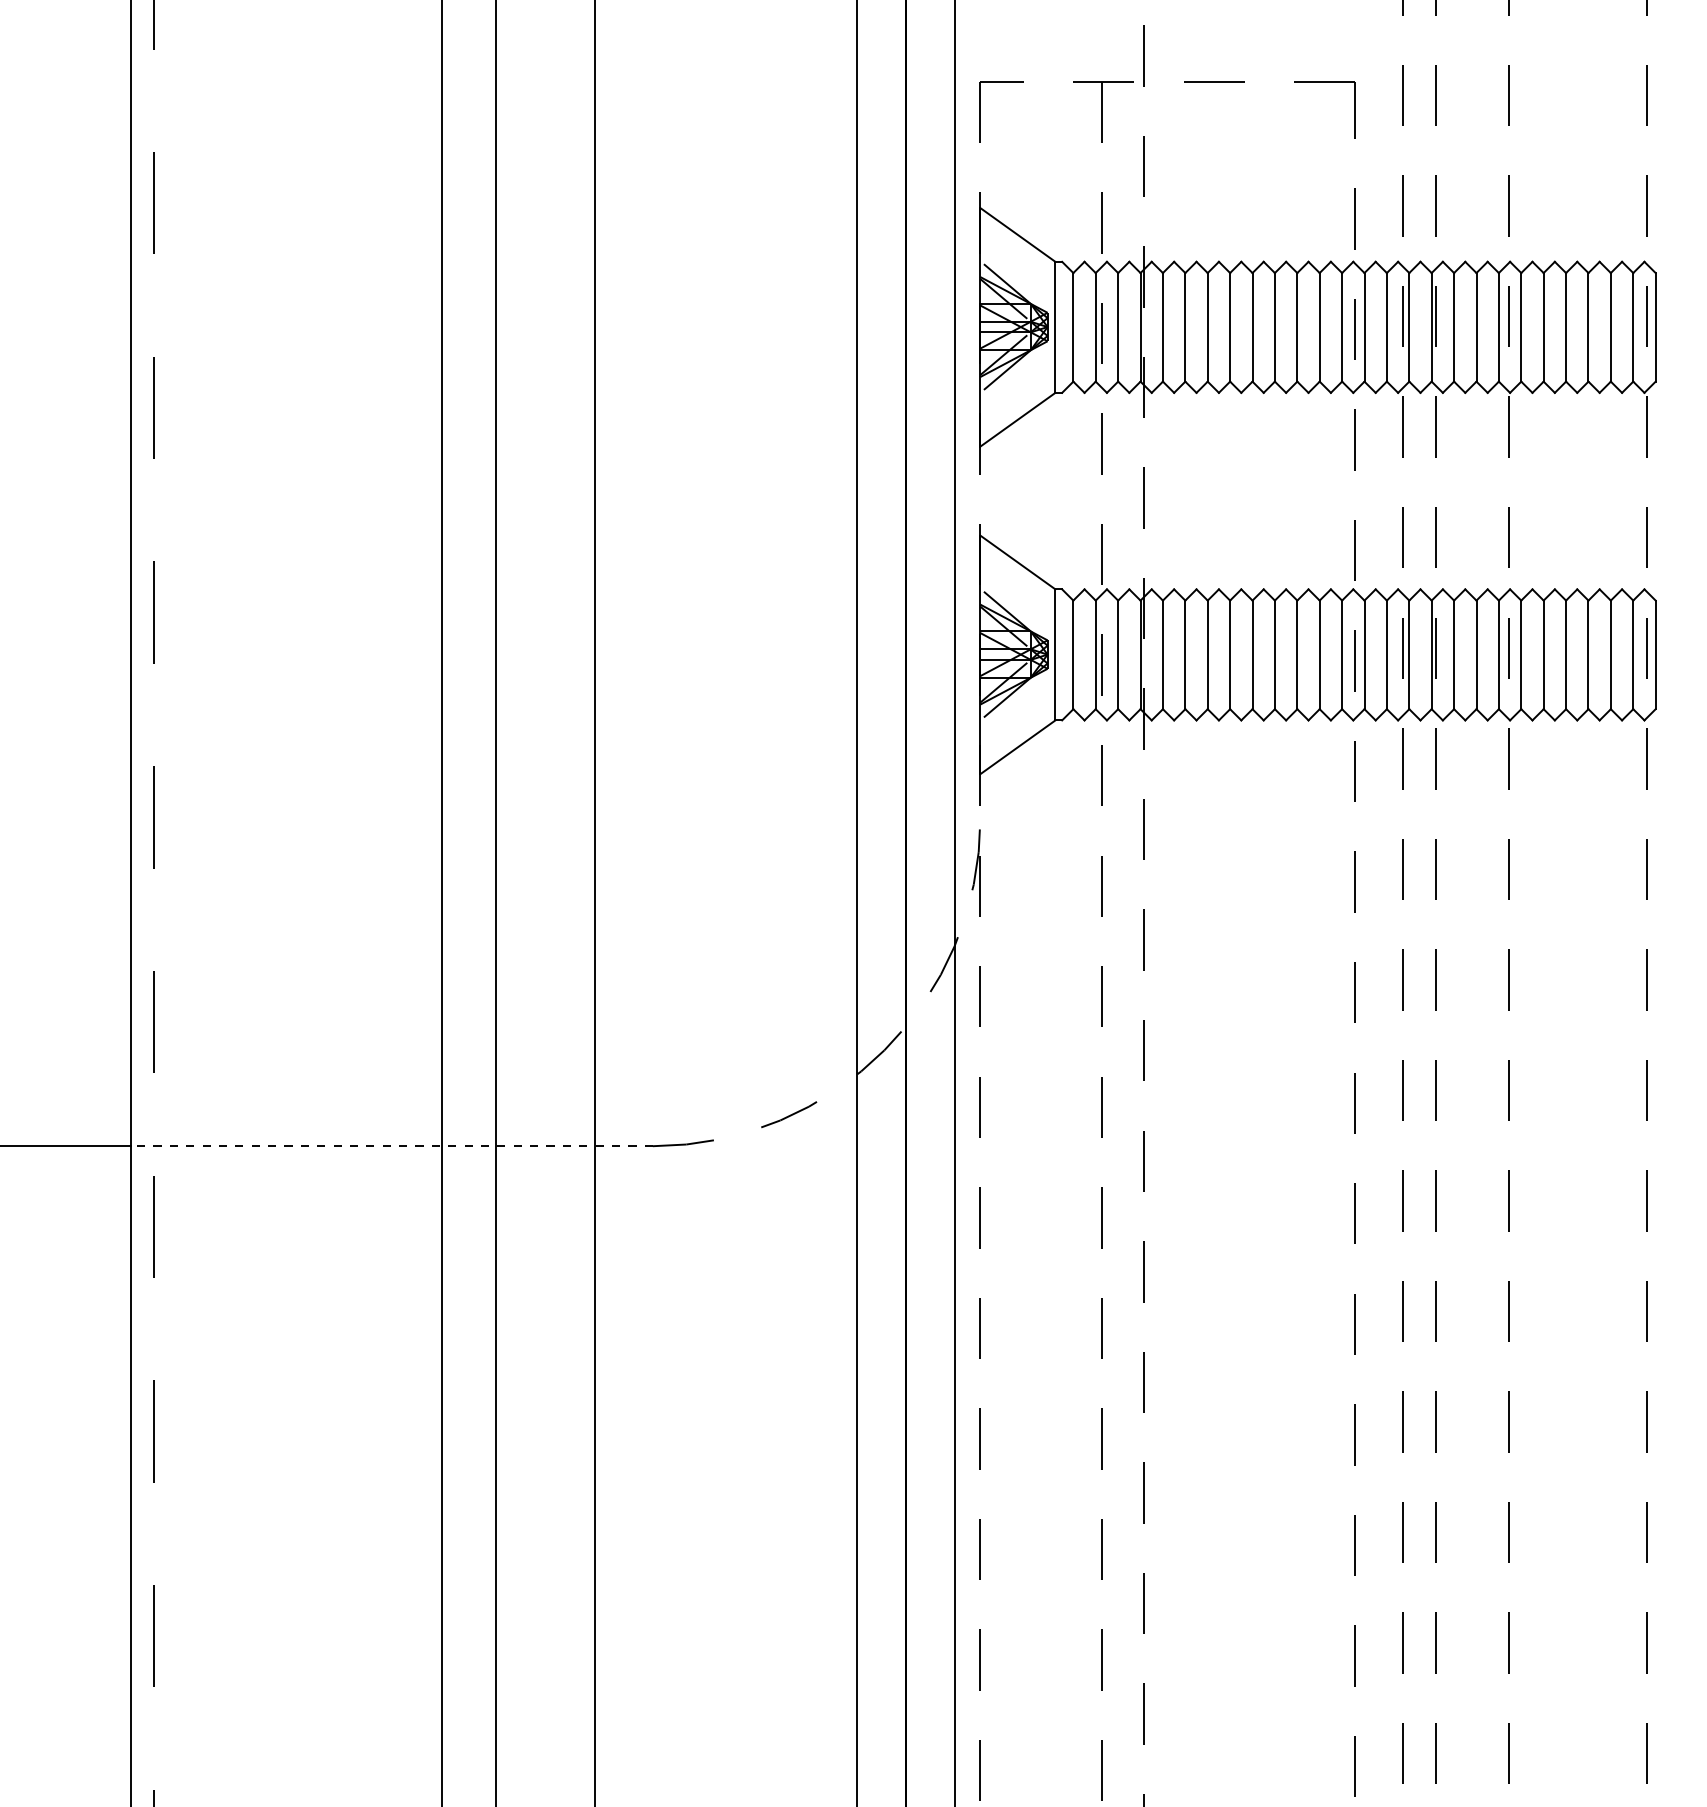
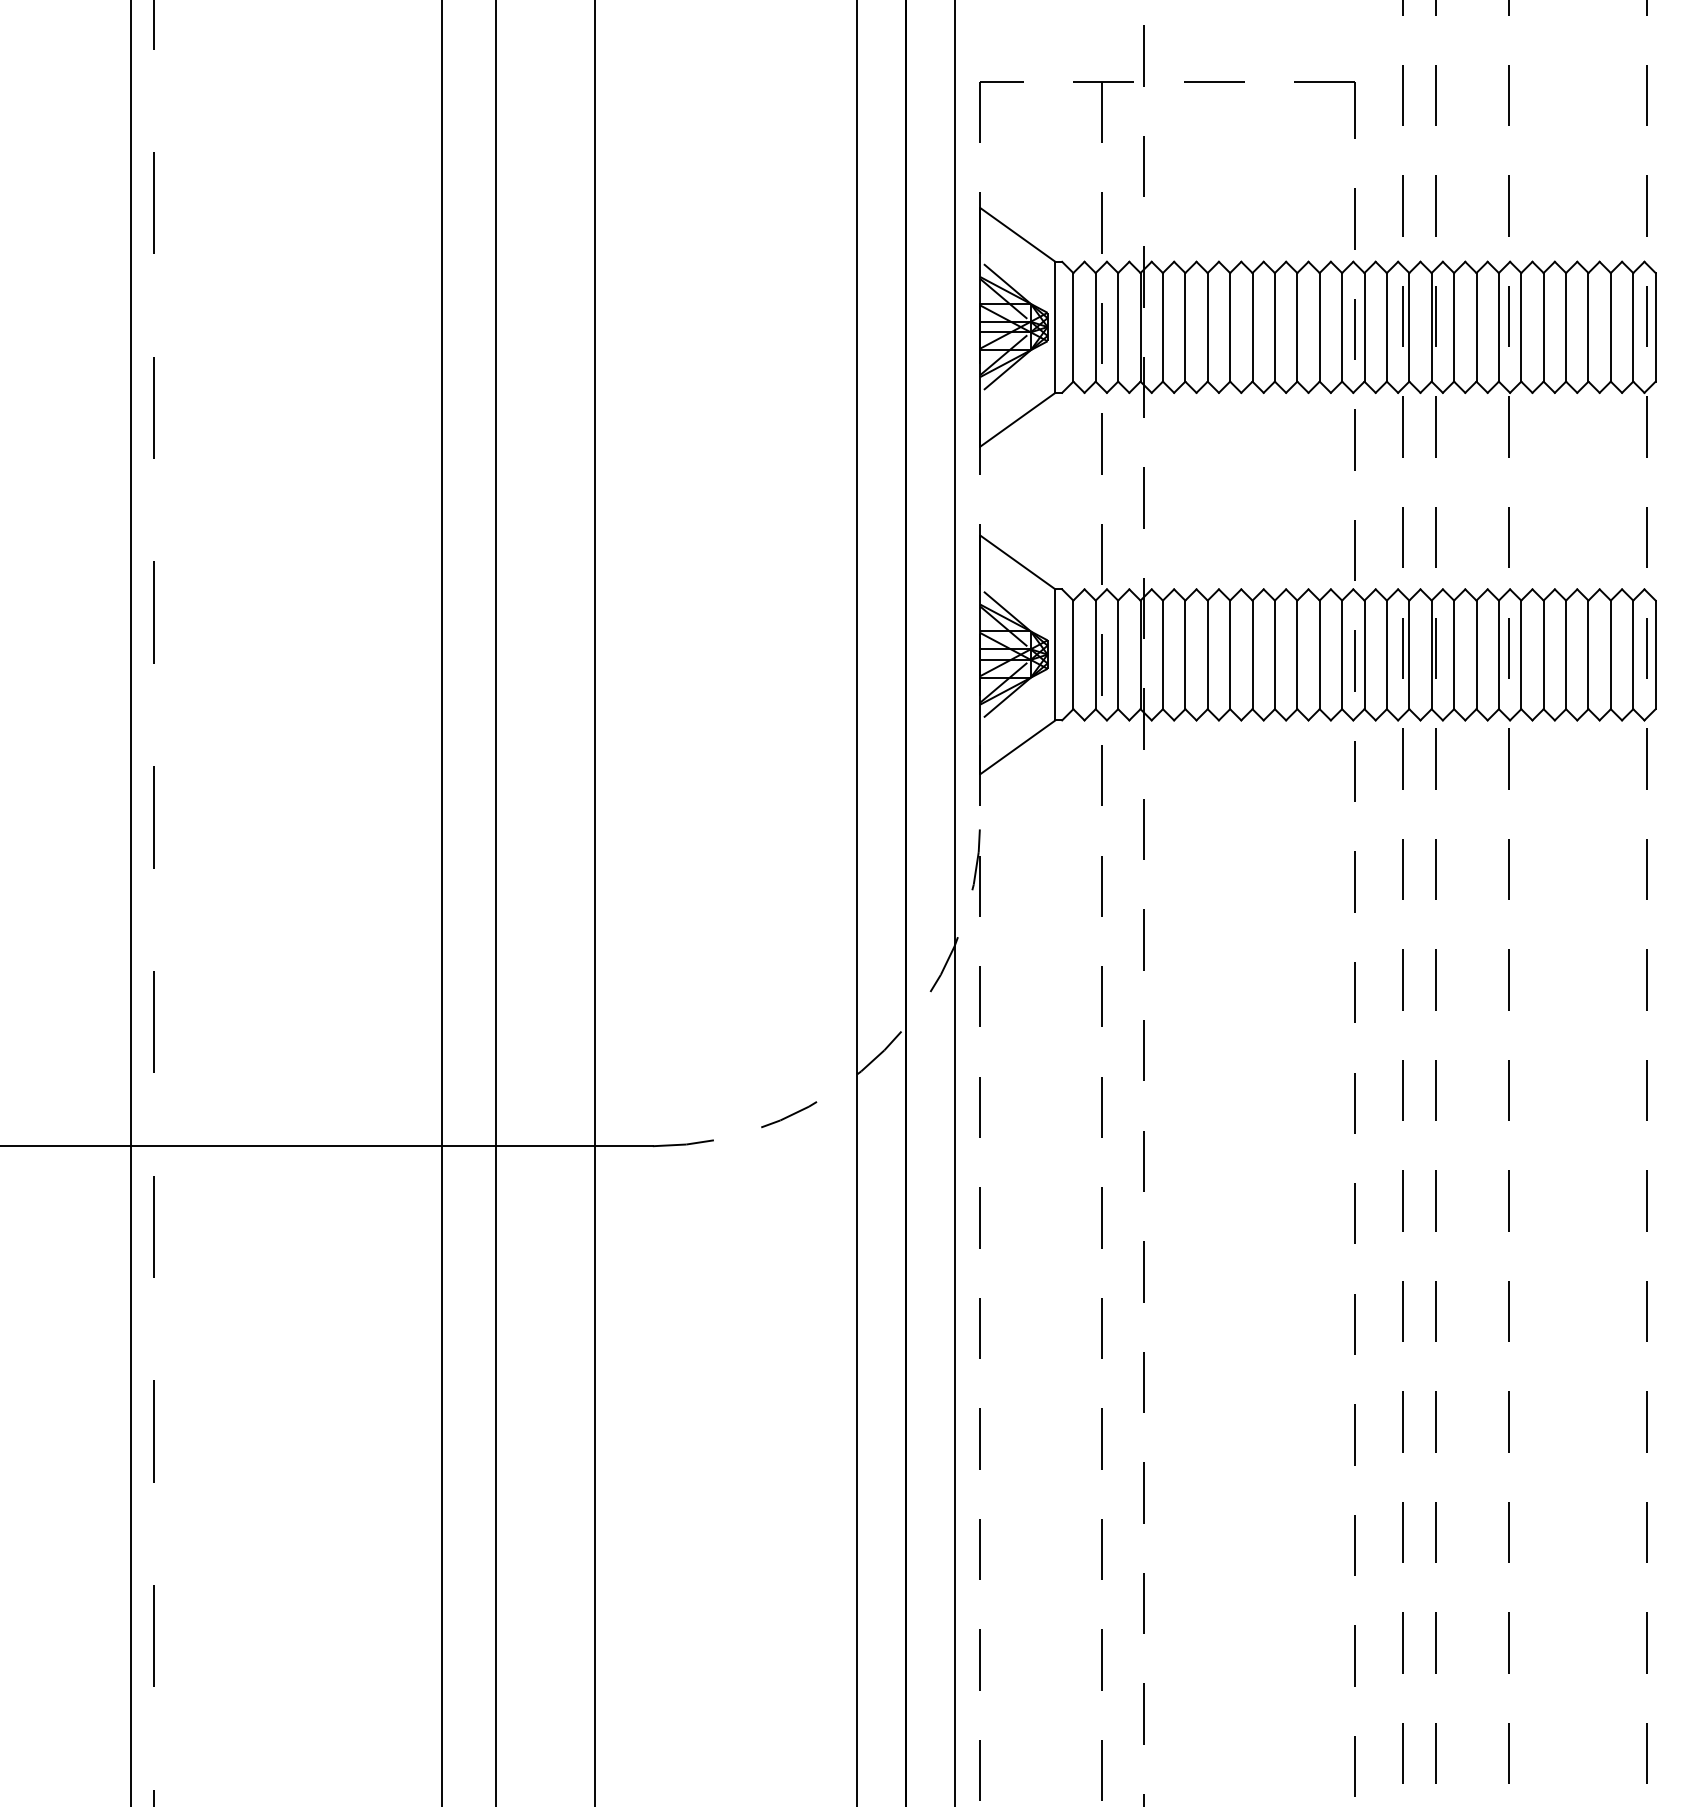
line at (391, 1146): dashed -> solid
